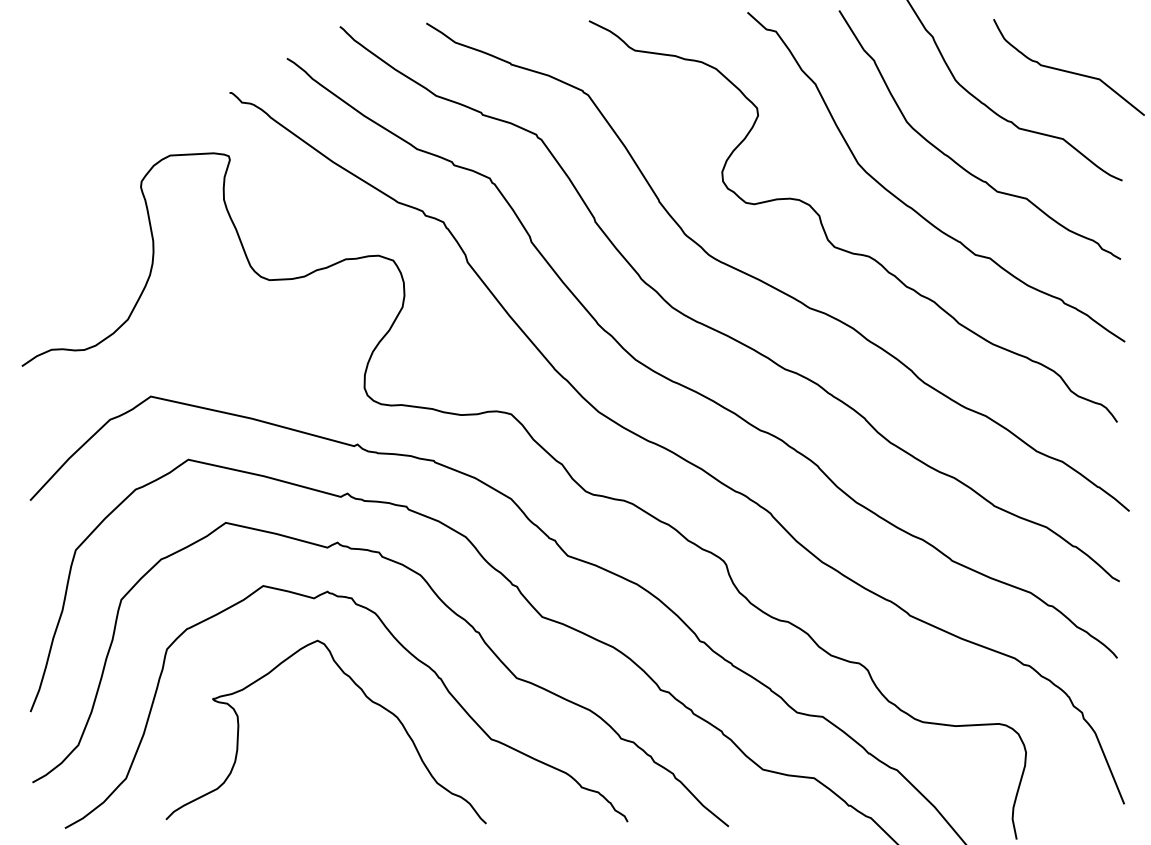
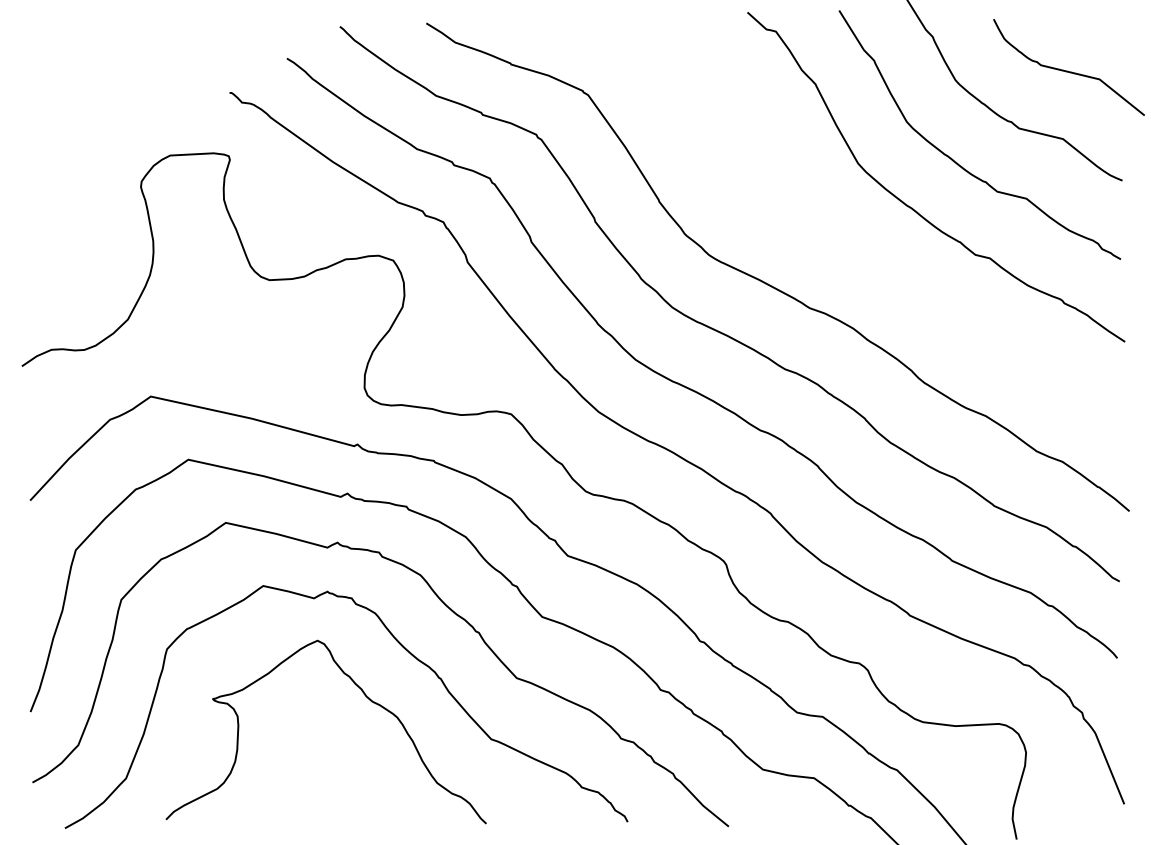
curve at (825, 230): present -> none
